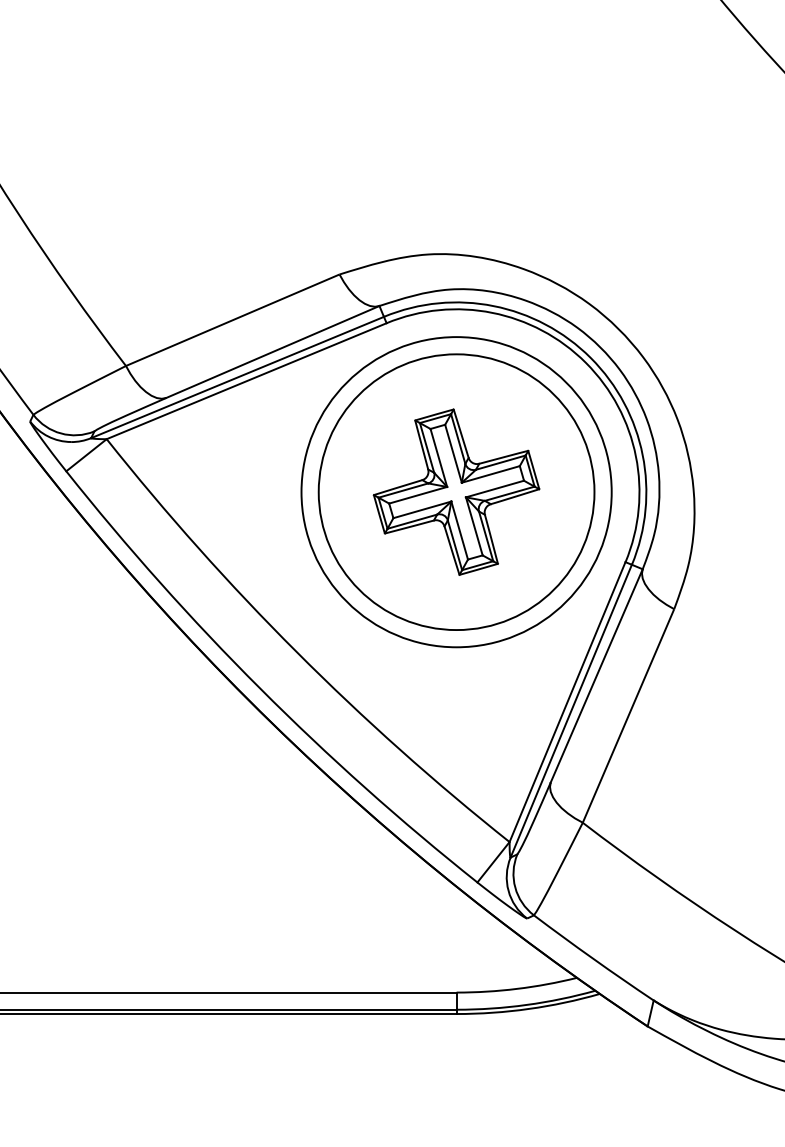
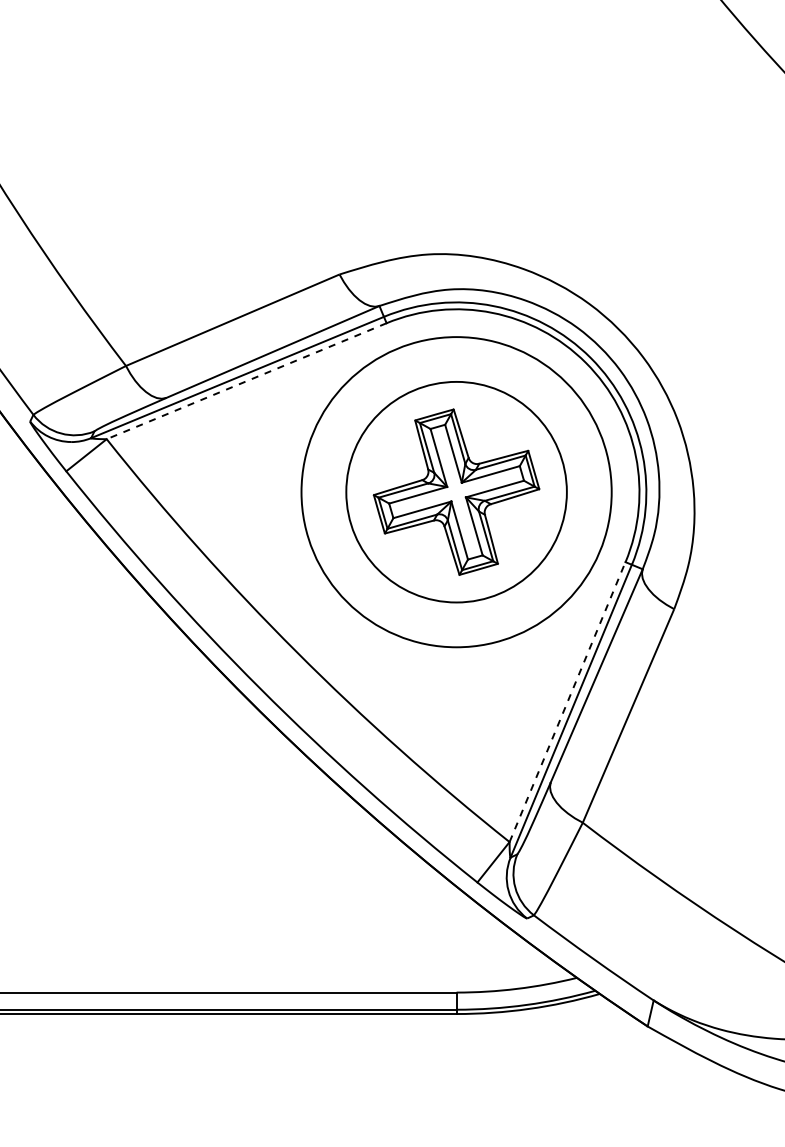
line at (246, 381): solid -> dashed
circle at (456, 492) diameter: 276 px -> 221 px
line at (567, 701): solid -> dashed
